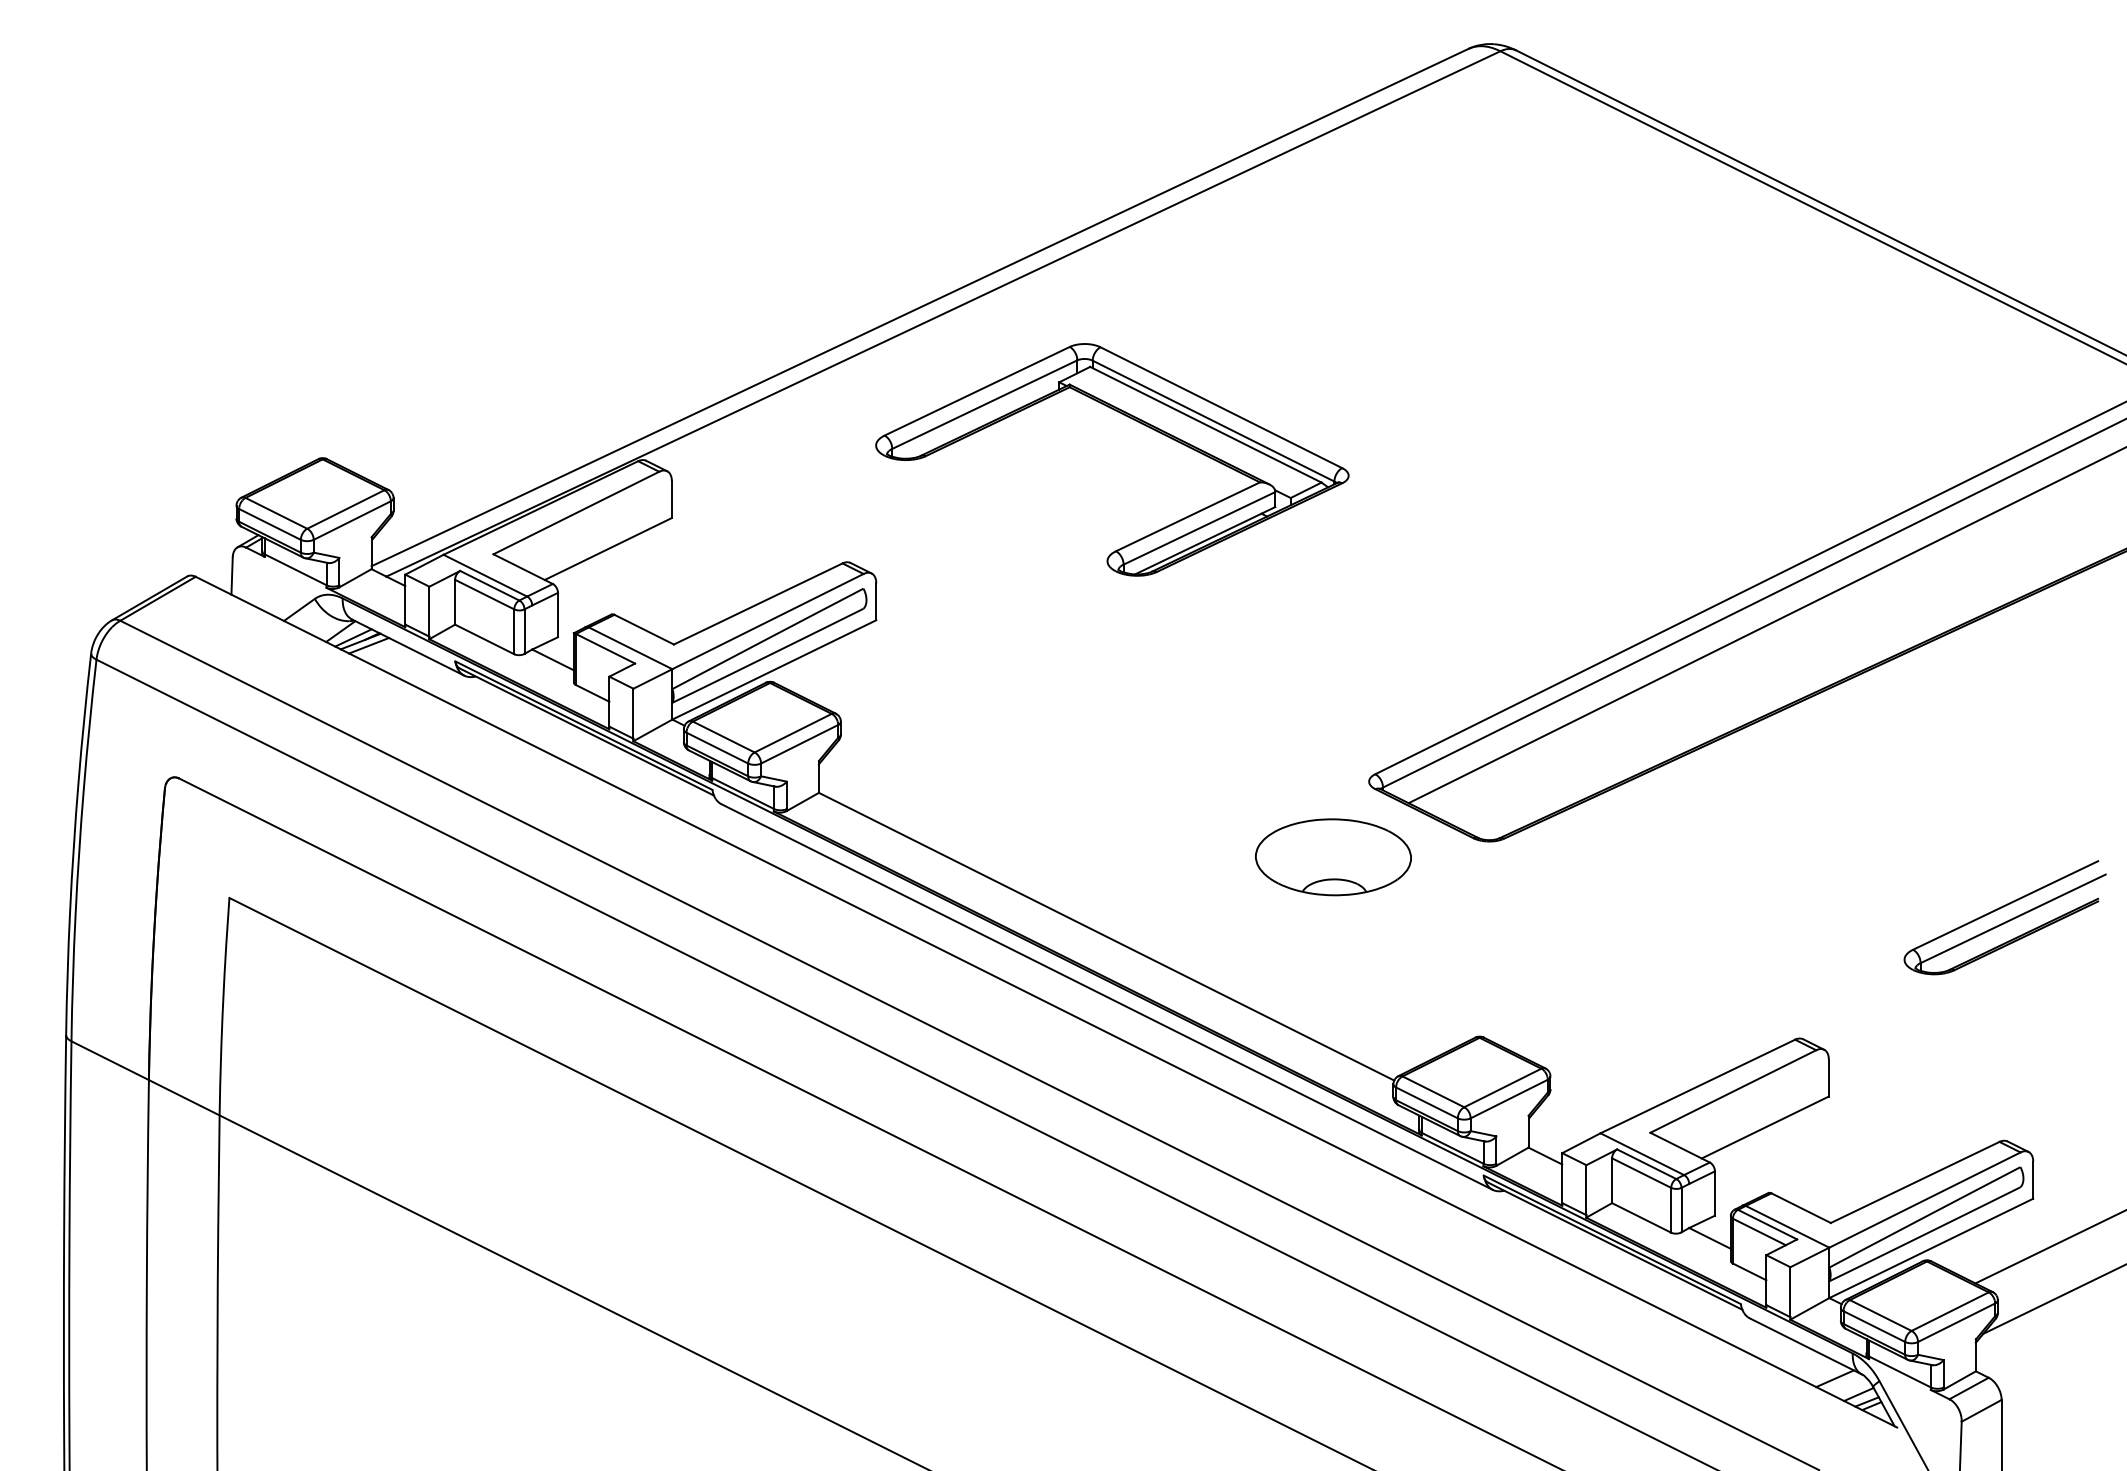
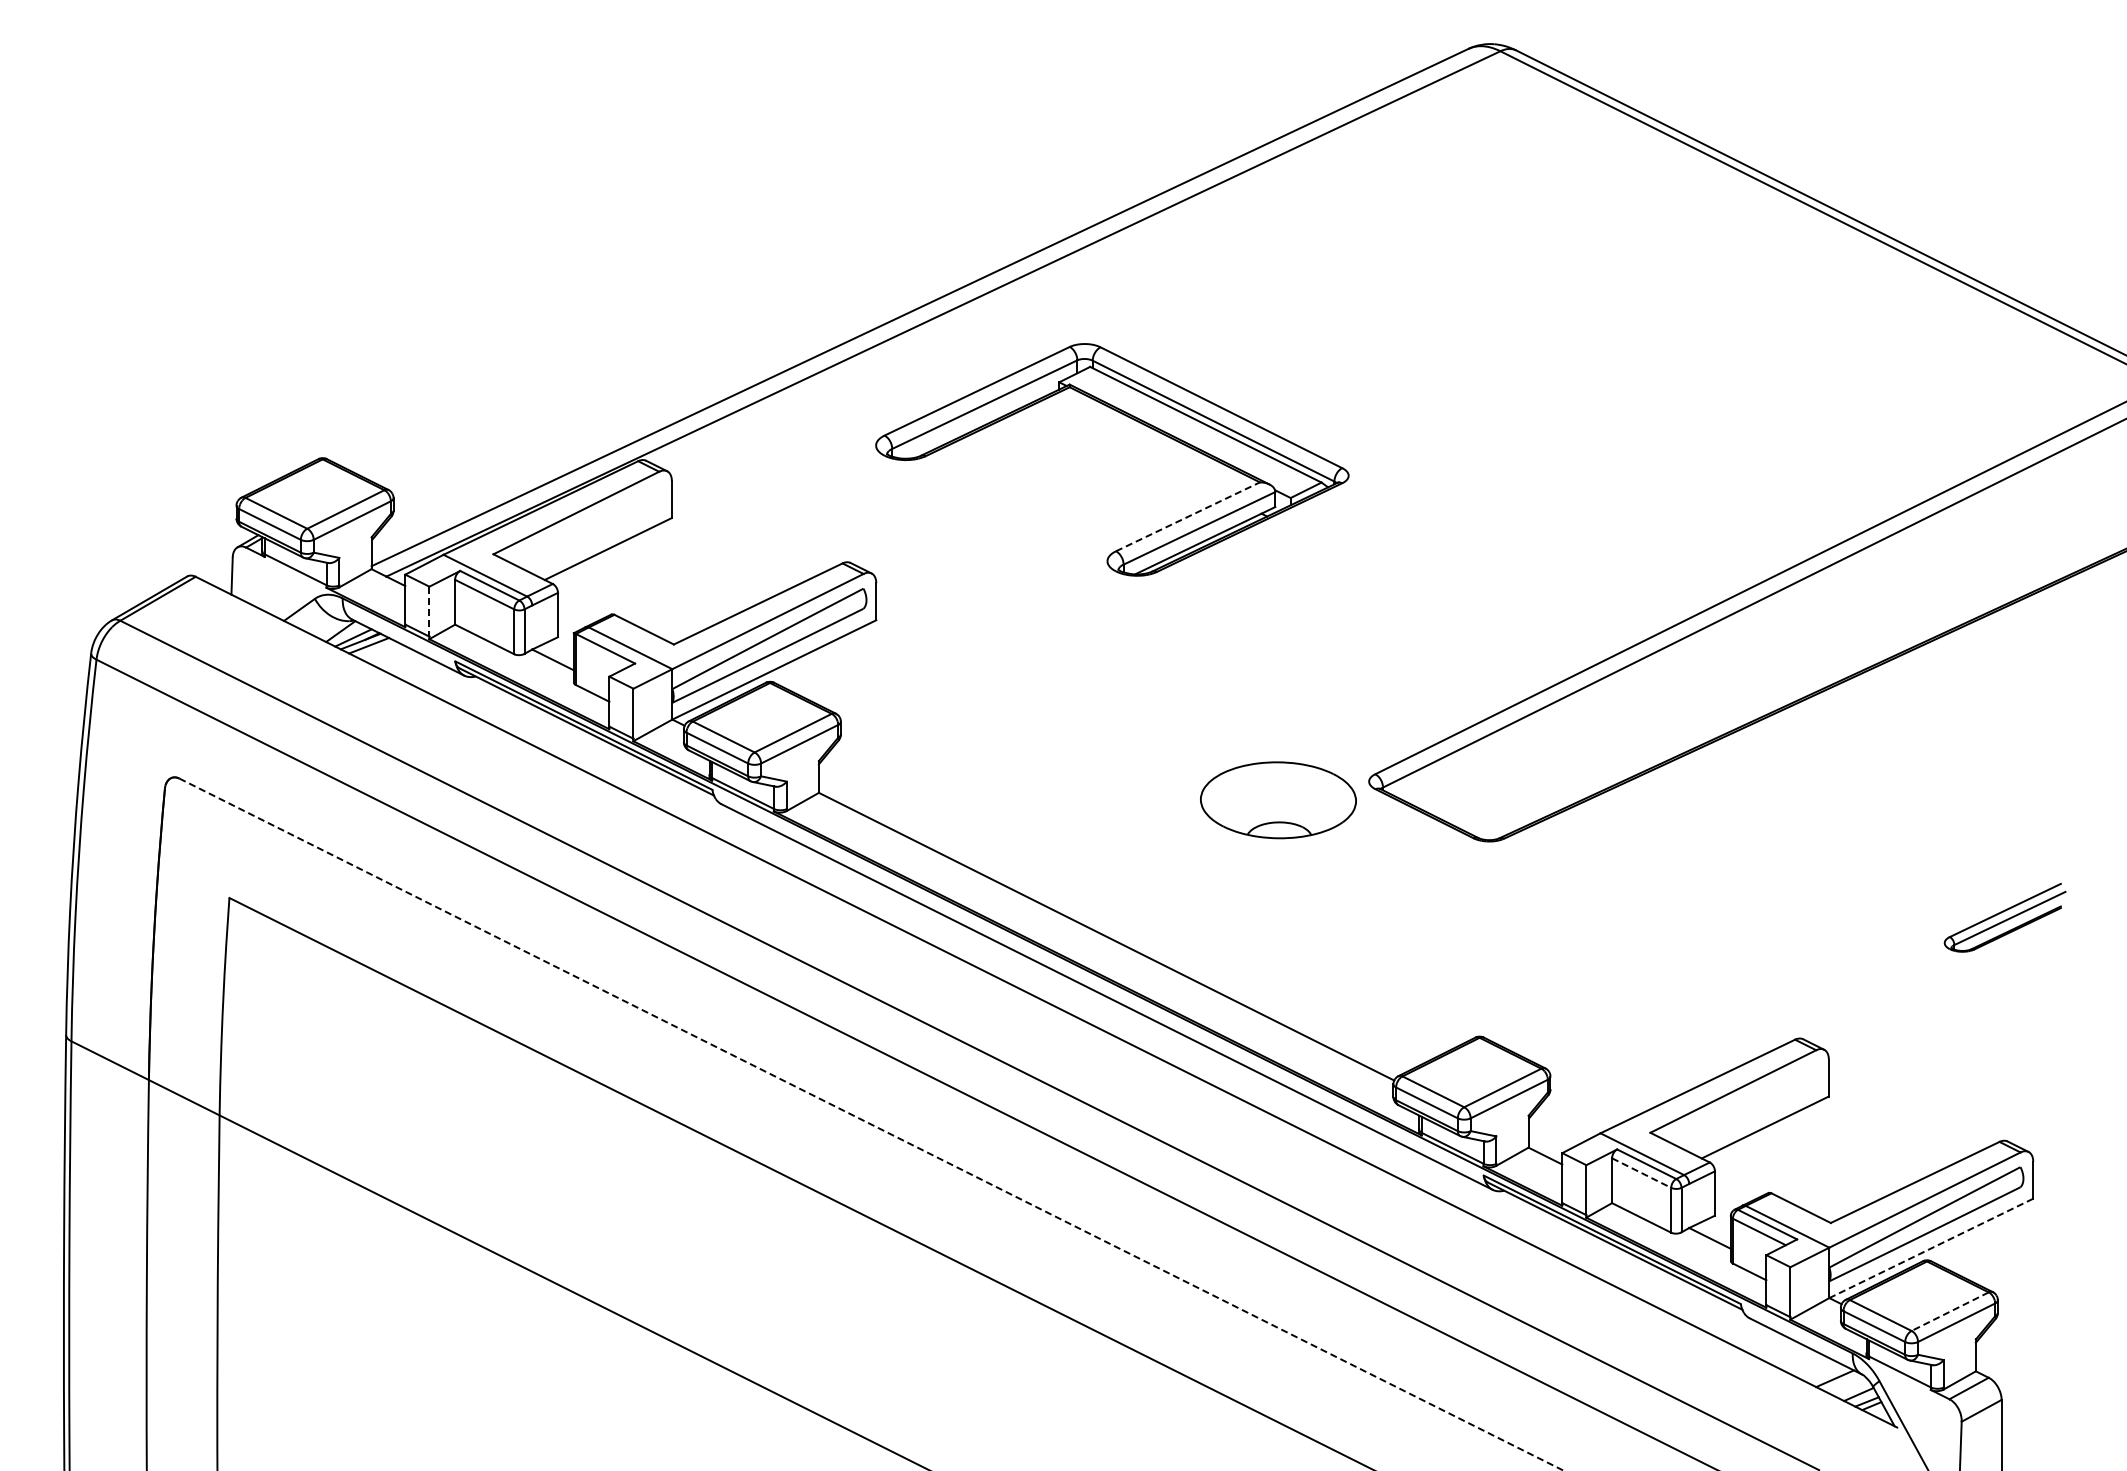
line at (1188, 516): solid -> dashed
line at (429, 611): solid -> dashed
line at (1765, 625): present -> none
part at (1333, 857) position: (1333, 857) -> (1278, 800)
part at (2004, 917) size: 204x116 px -> 124x71 px
line at (871, 1124): solid -> dashed
line at (1642, 1173): solid -> dashed
line at (2049, 1247): present -> none
line at (1930, 1248): solid -> dashed
line at (2053, 1299): present -> none
line at (1949, 1311): solid -> dashed
